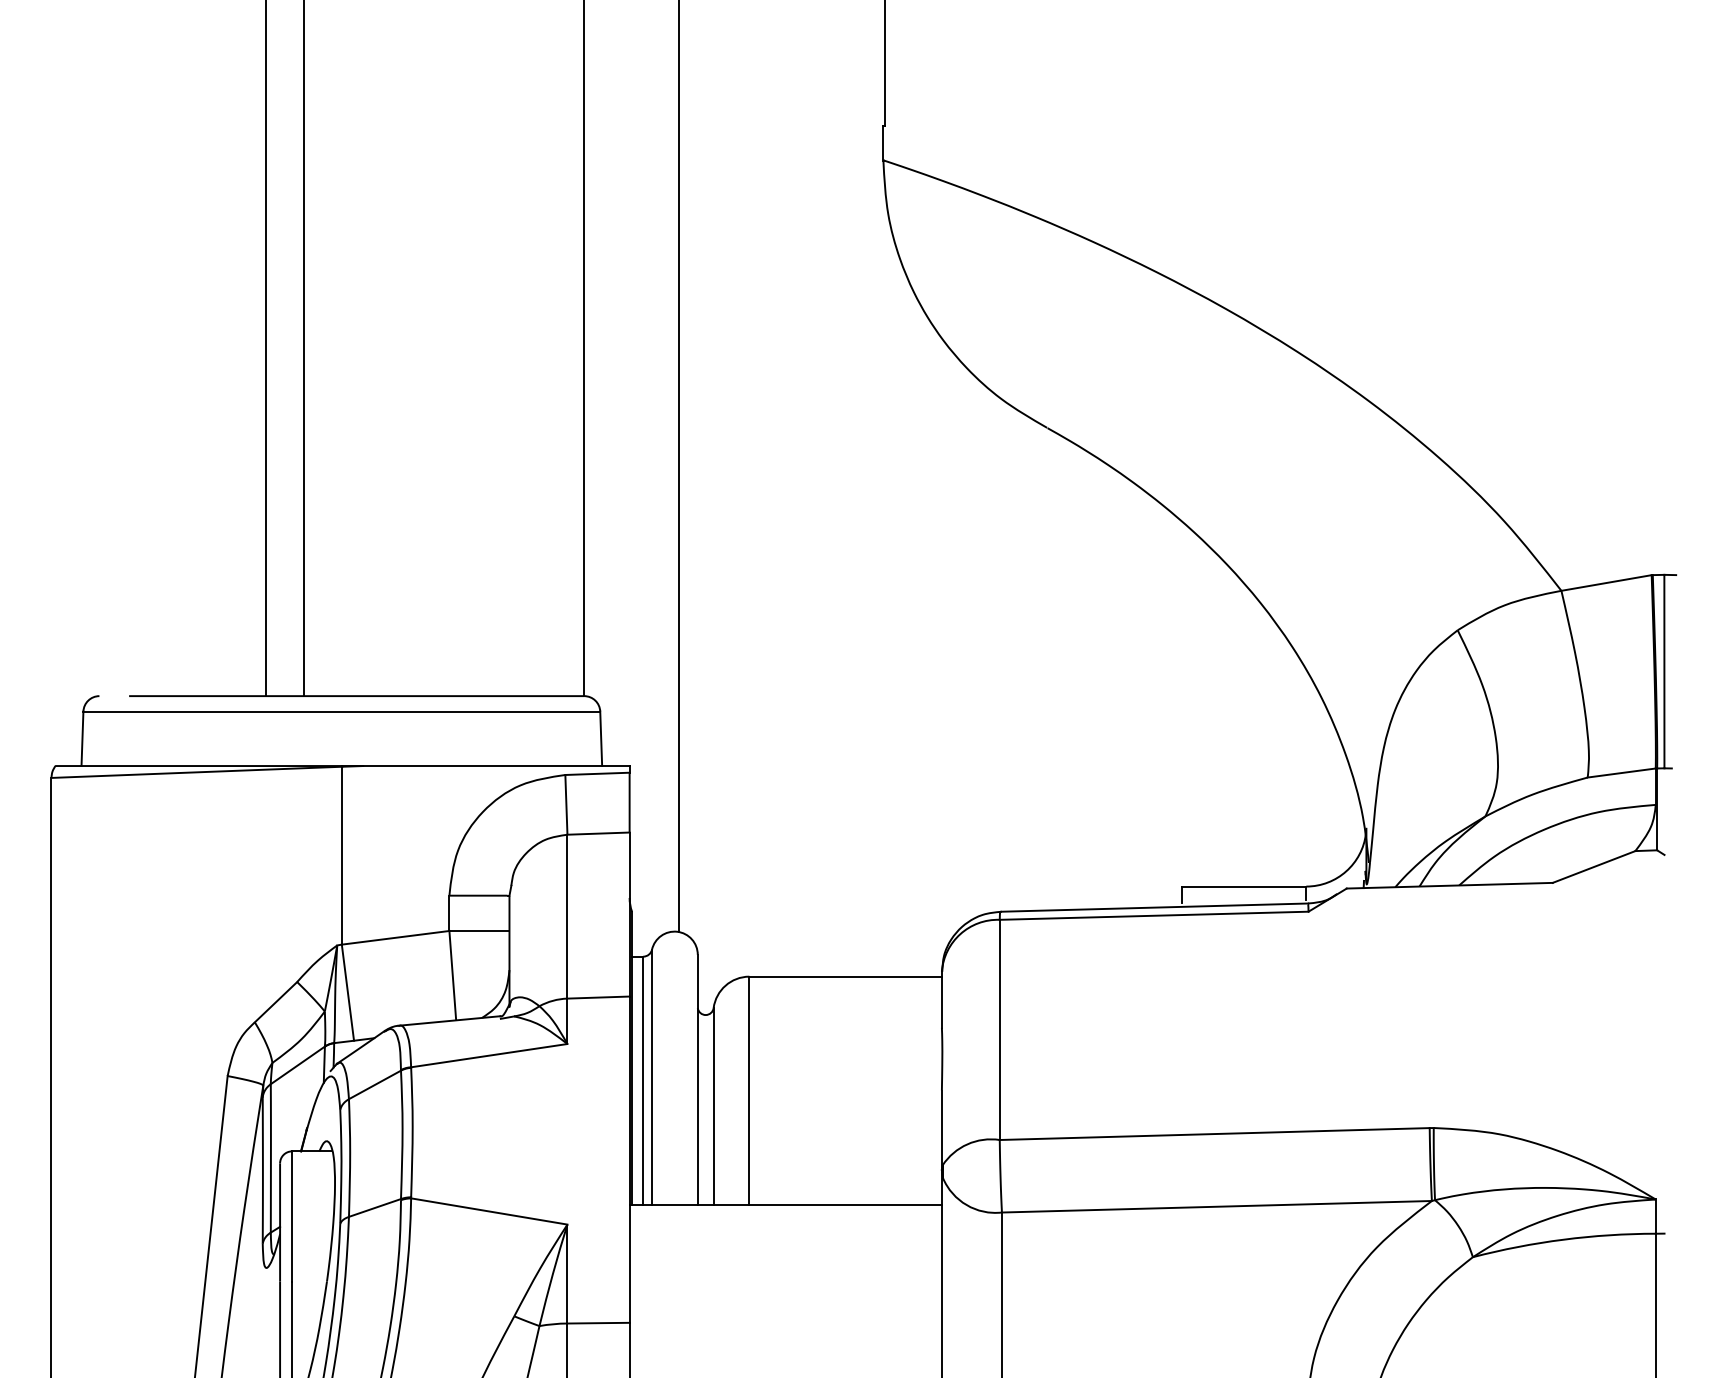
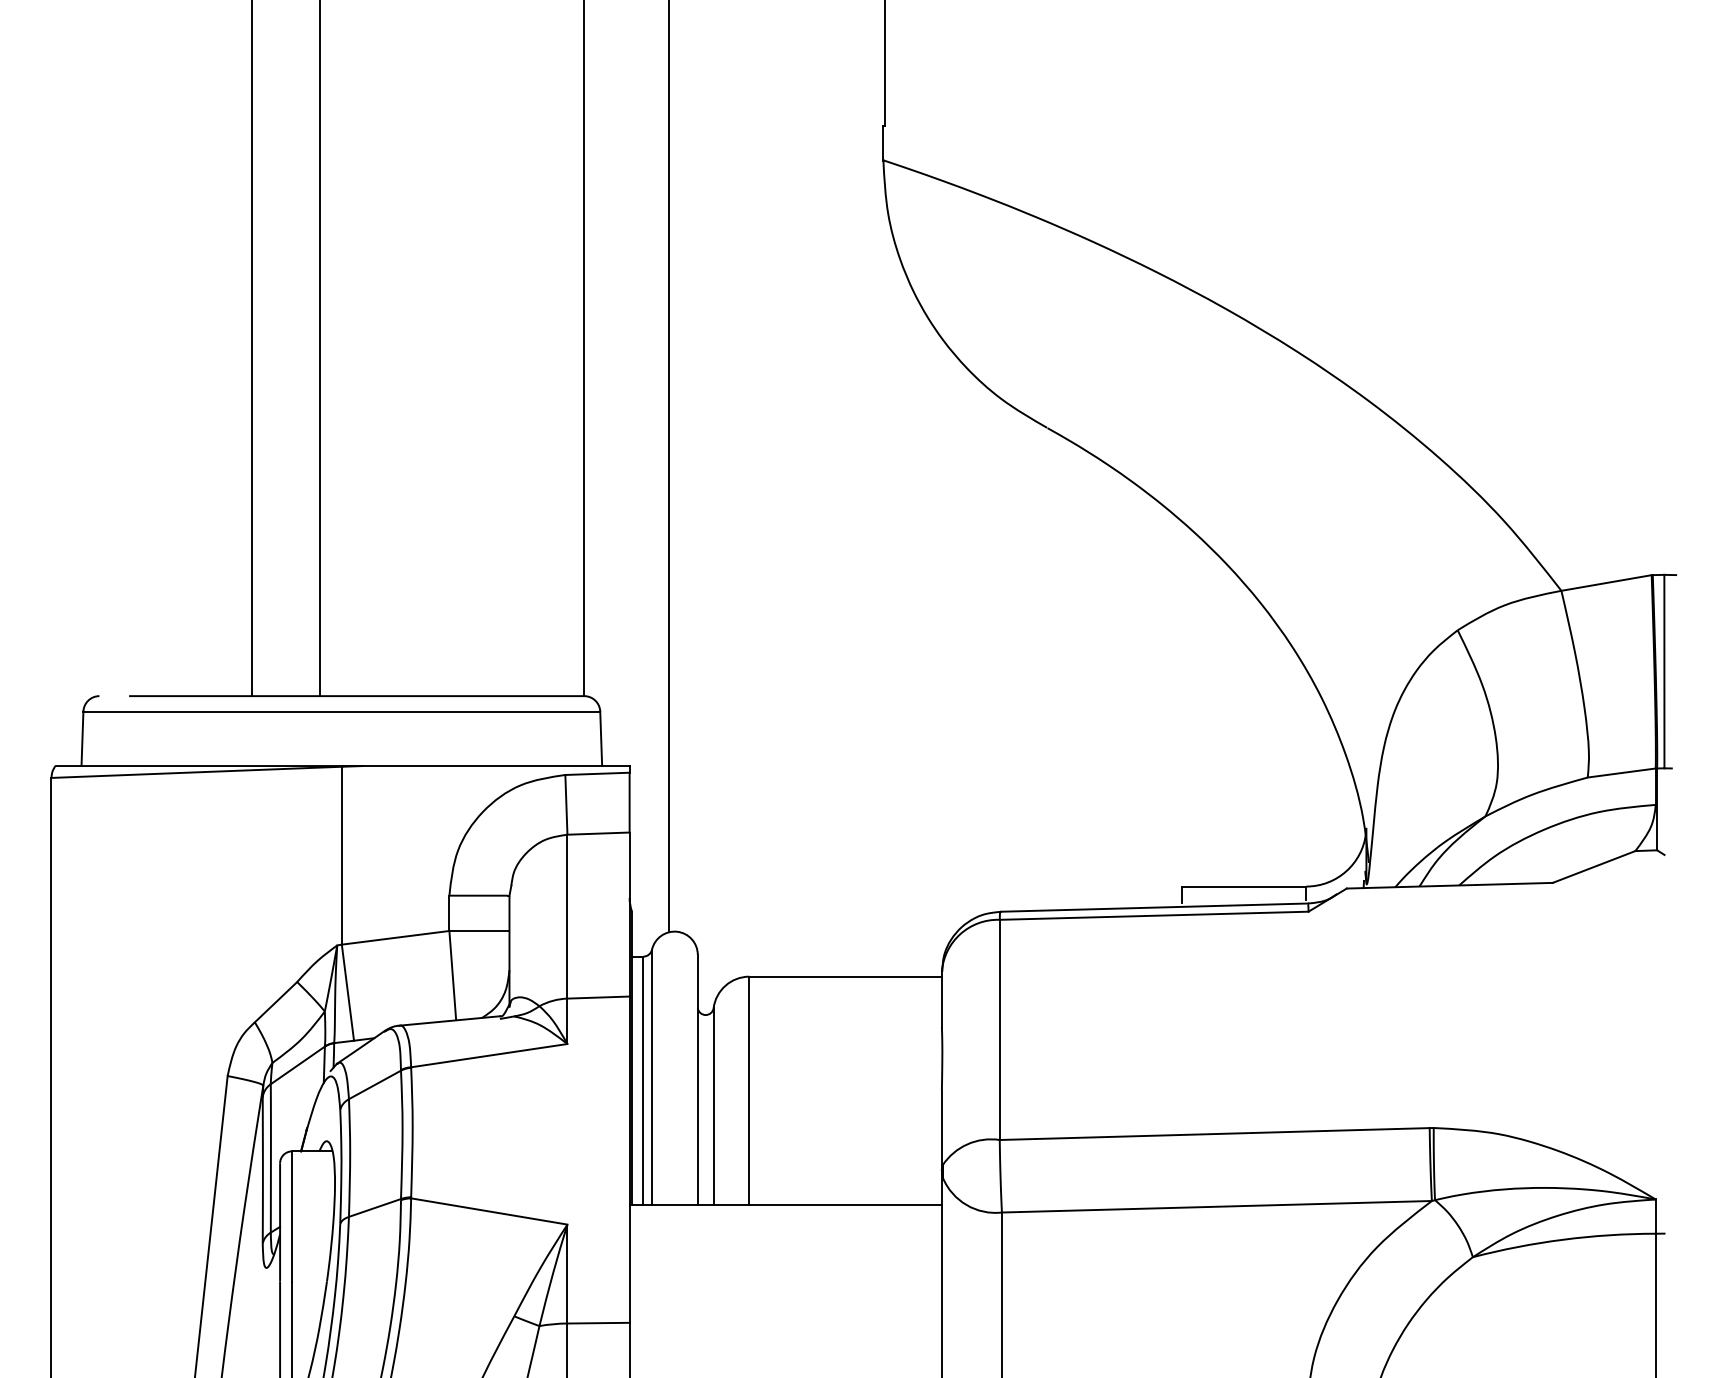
line at (265, 349) position: (265, 349) -> (251, 349)
line at (304, 349) position: (304, 349) -> (320, 349)
line at (679, 467) position: (679, 467) -> (669, 467)
